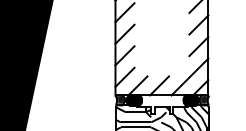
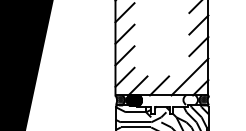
hatch at (190, 99): present -> none
